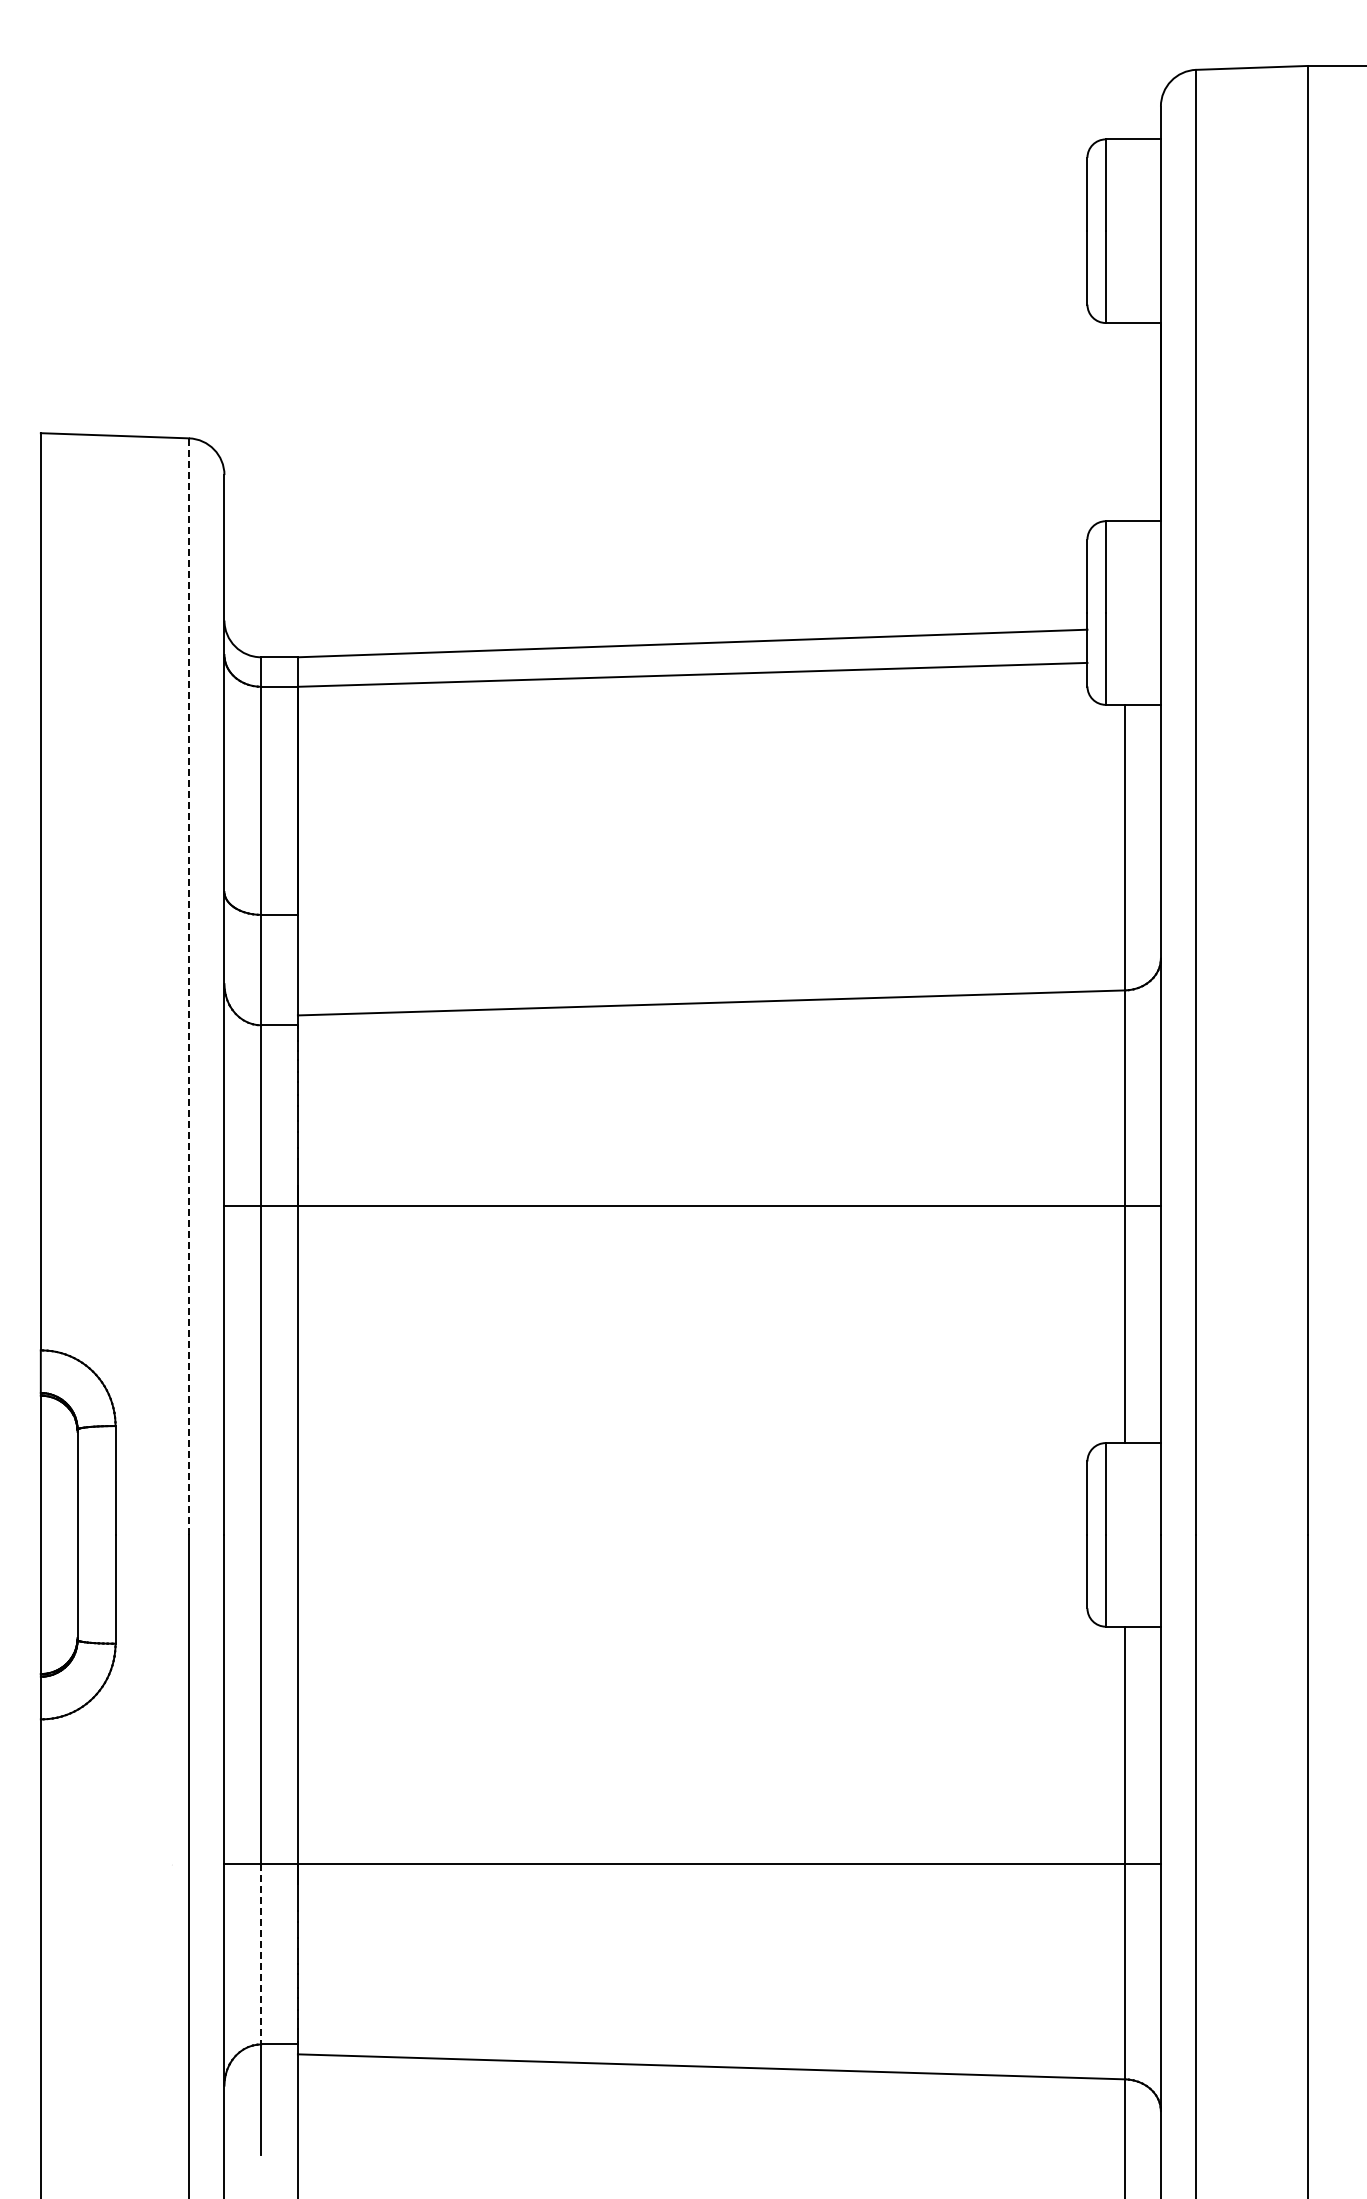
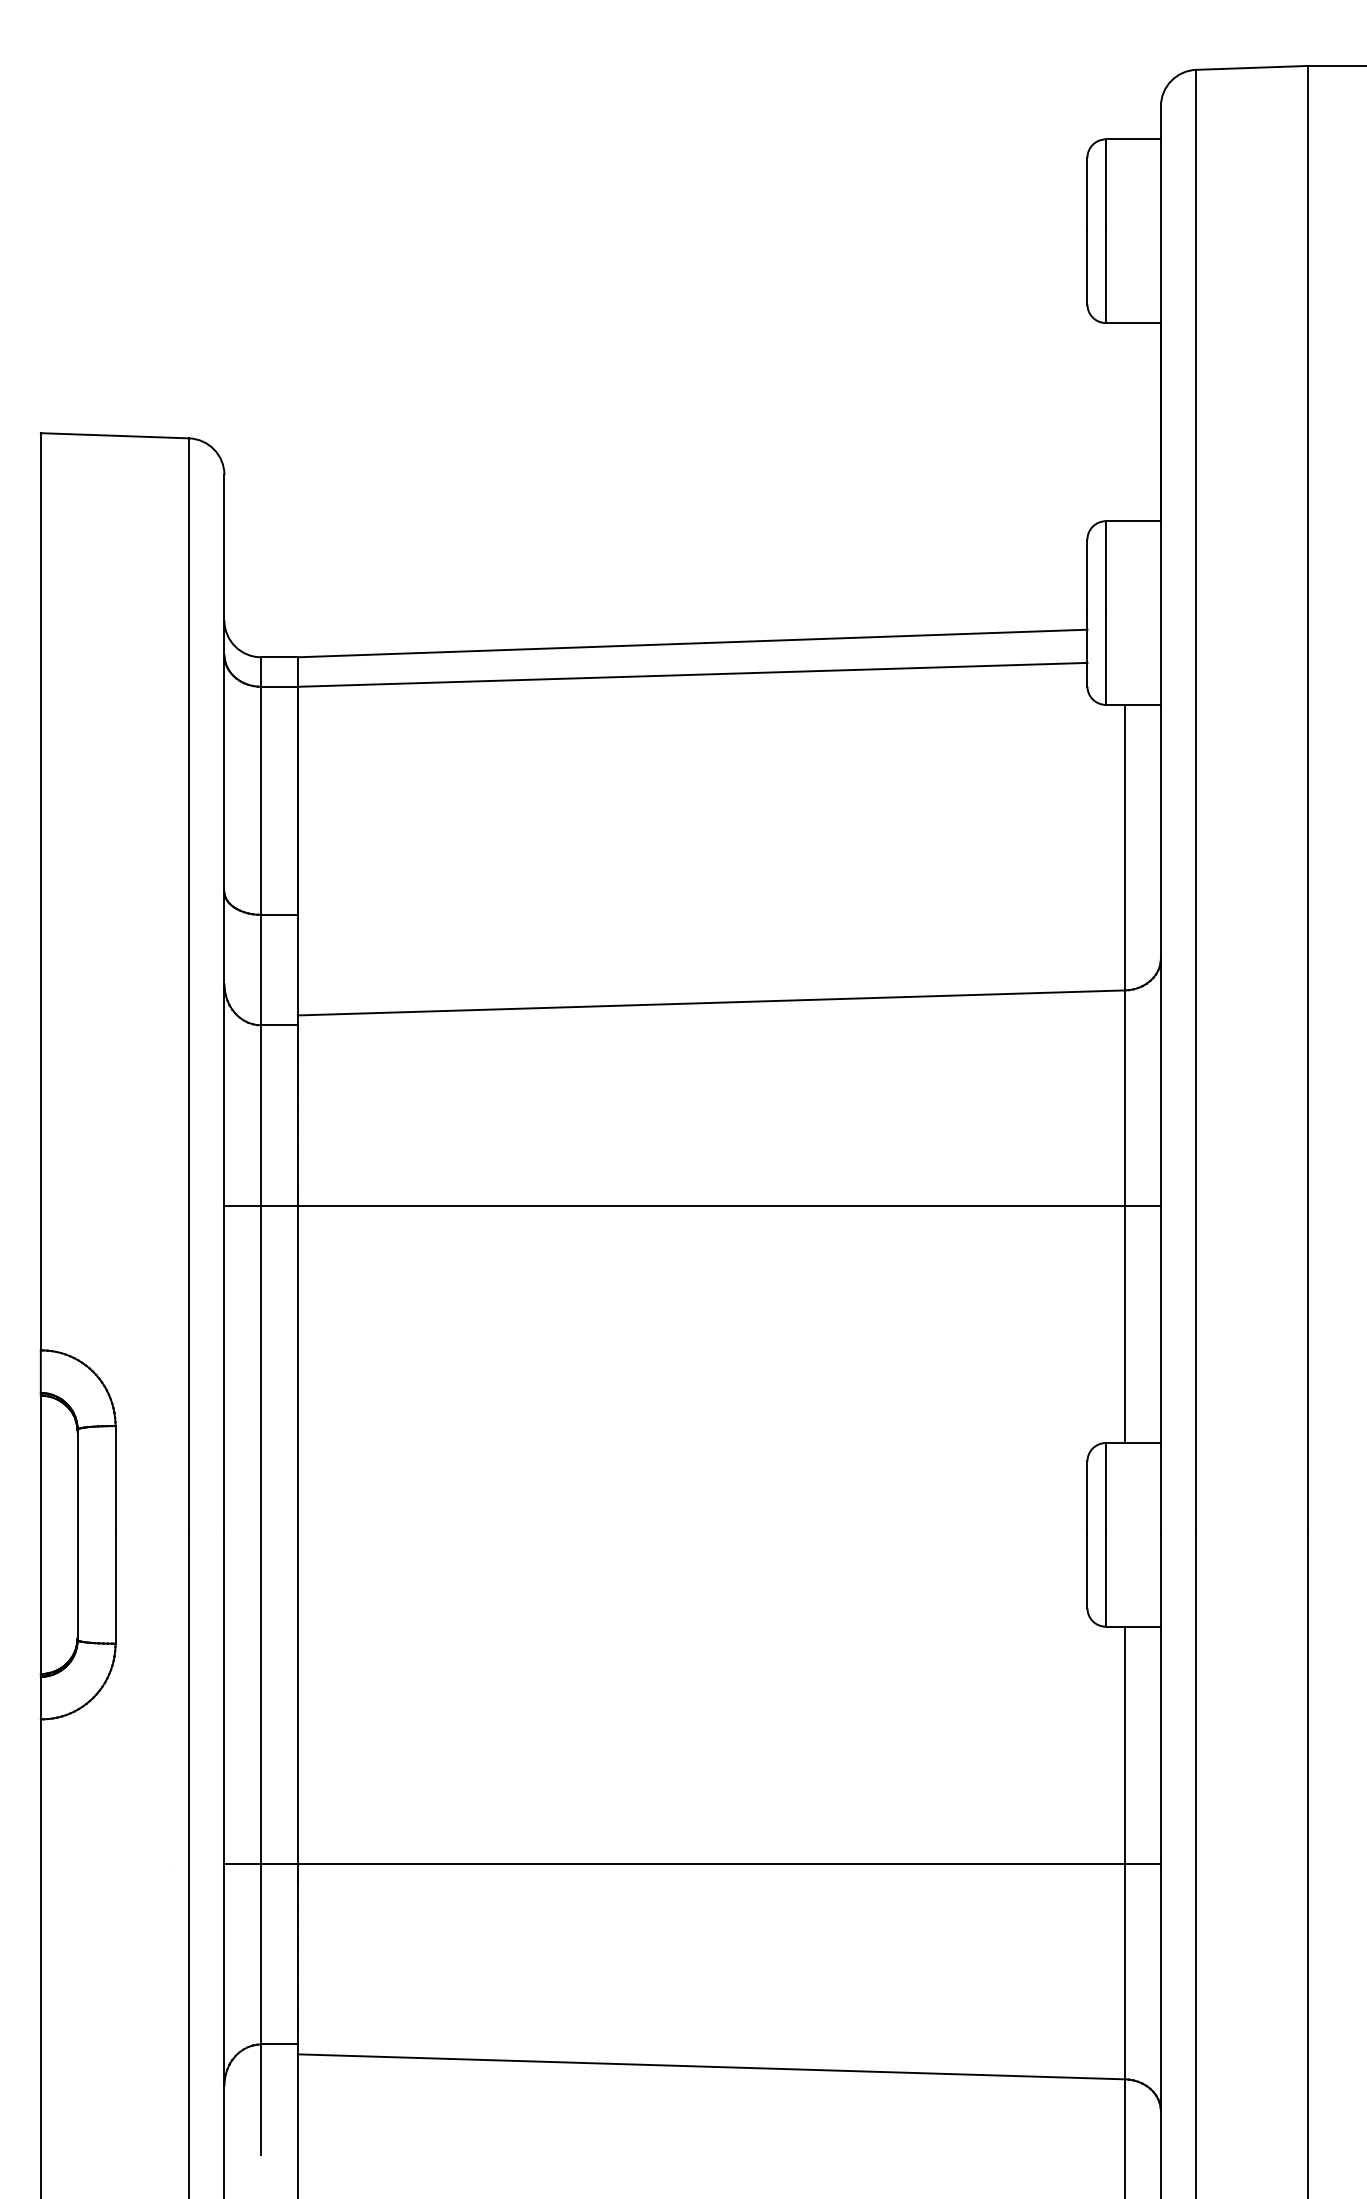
line at (189, 986): dashed -> solid
line at (261, 1954): dashed -> solid
